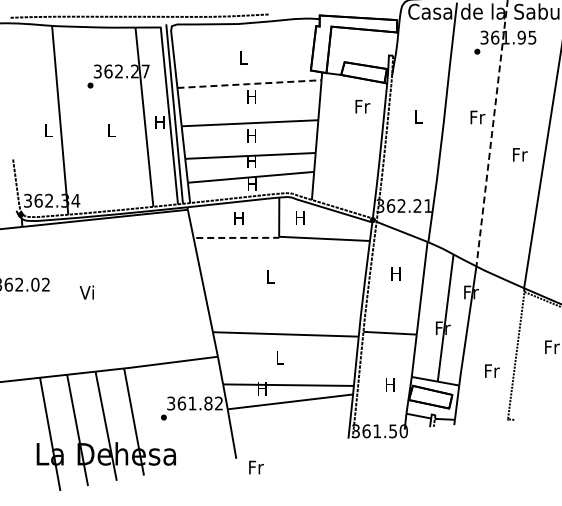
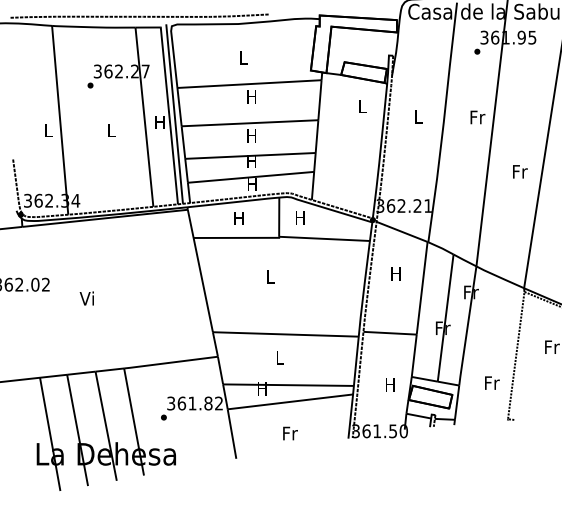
line at (249, 84): dashed -> solid
text at (362, 106): Fr -> L
line at (492, 133): dashed -> solid
text at (520, 154) position: (520, 154) -> (520, 171)
line at (237, 237): dashed -> solid
text at (86, 292) position: (86, 292) -> (86, 298)
text at (492, 370) position: (492, 370) -> (492, 382)
text at (256, 467) position: (256, 467) -> (290, 433)
